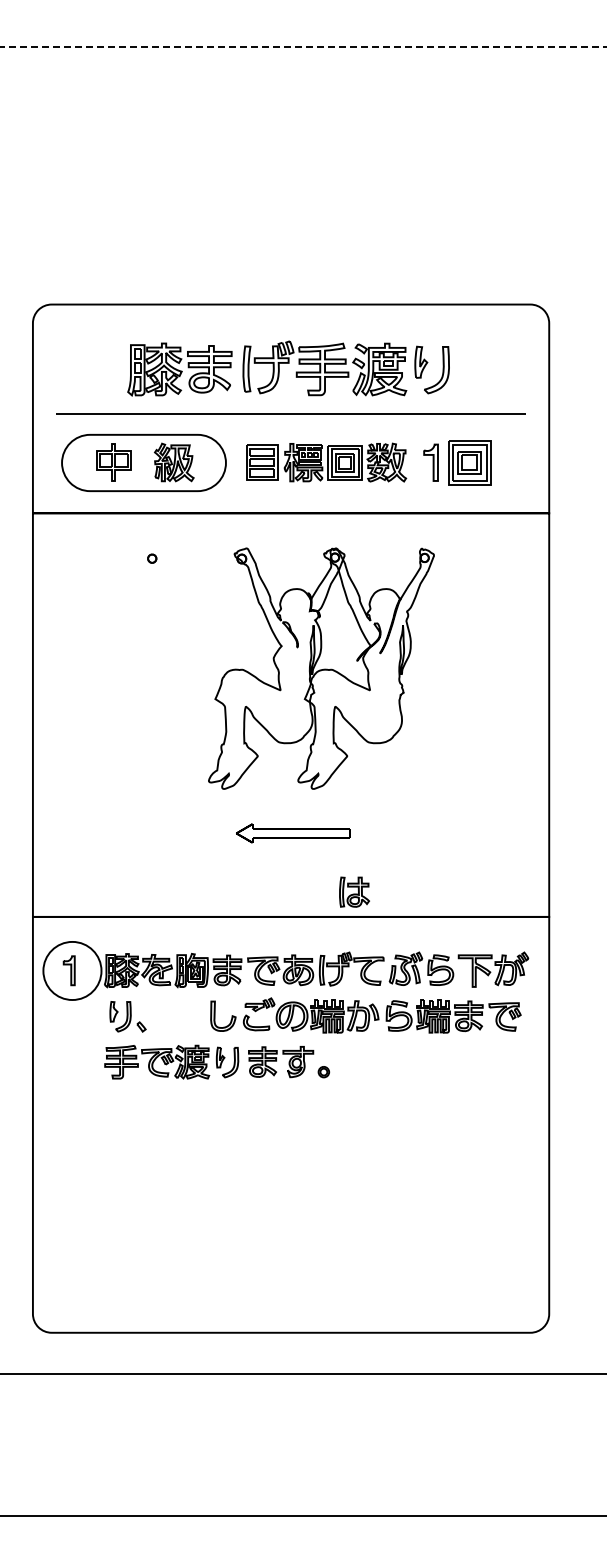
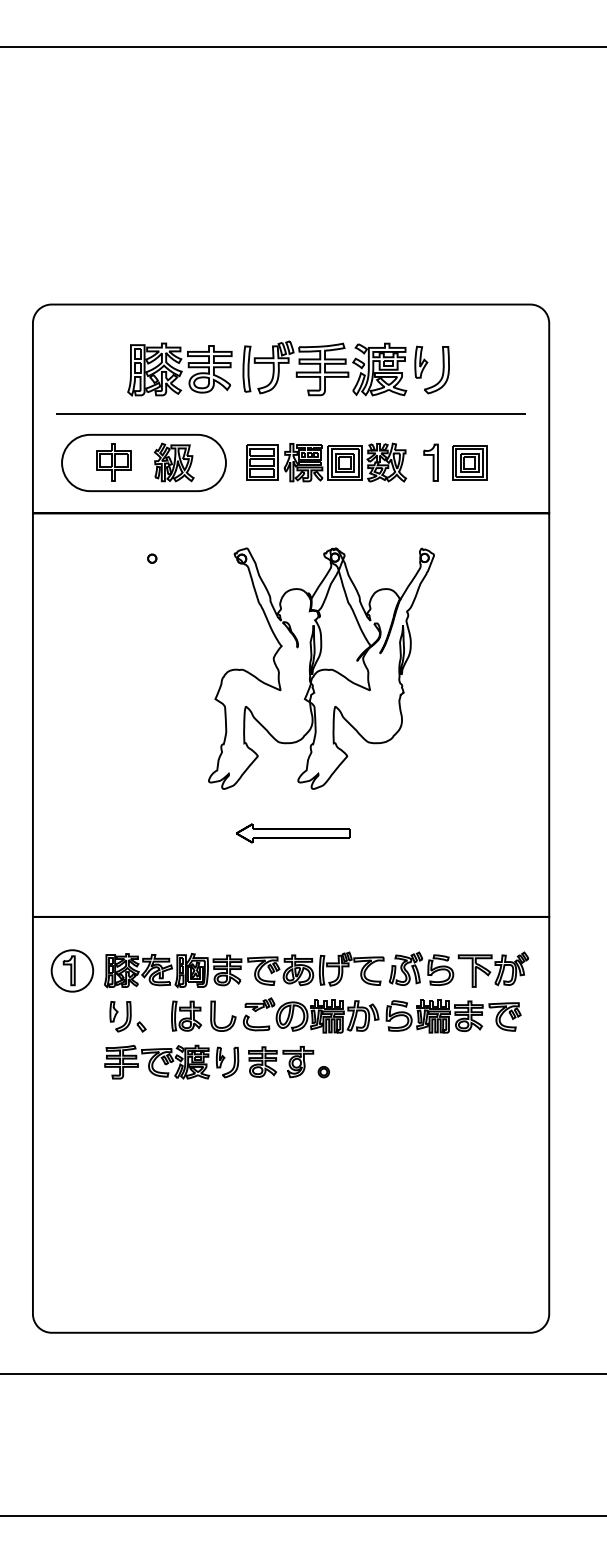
line at (303, 46): dashed -> solid
part at (469, 462) size: 44x46 px -> 36x36 px
part at (354, 891) position: (354, 891) -> (186, 1015)
circle at (72, 970) diameter: 58 px -> 41 px
